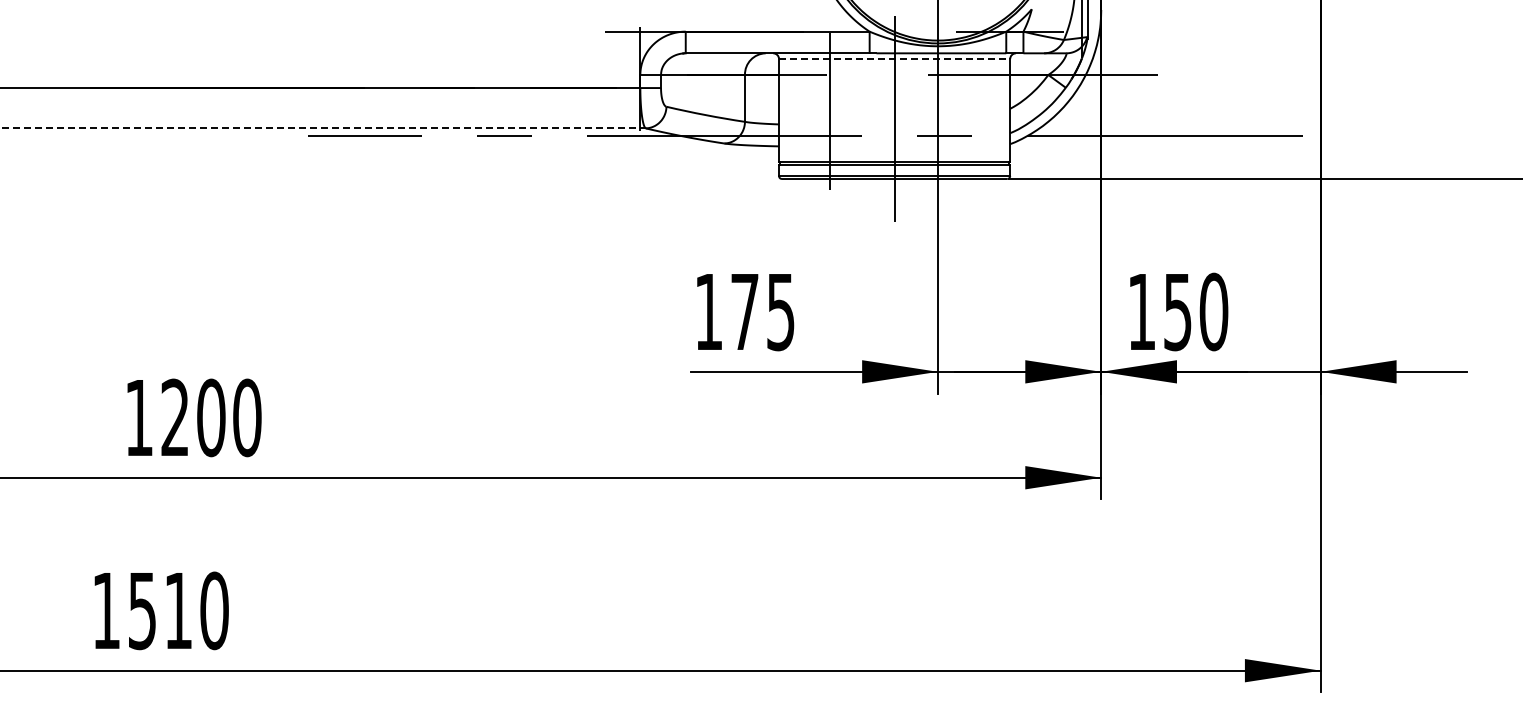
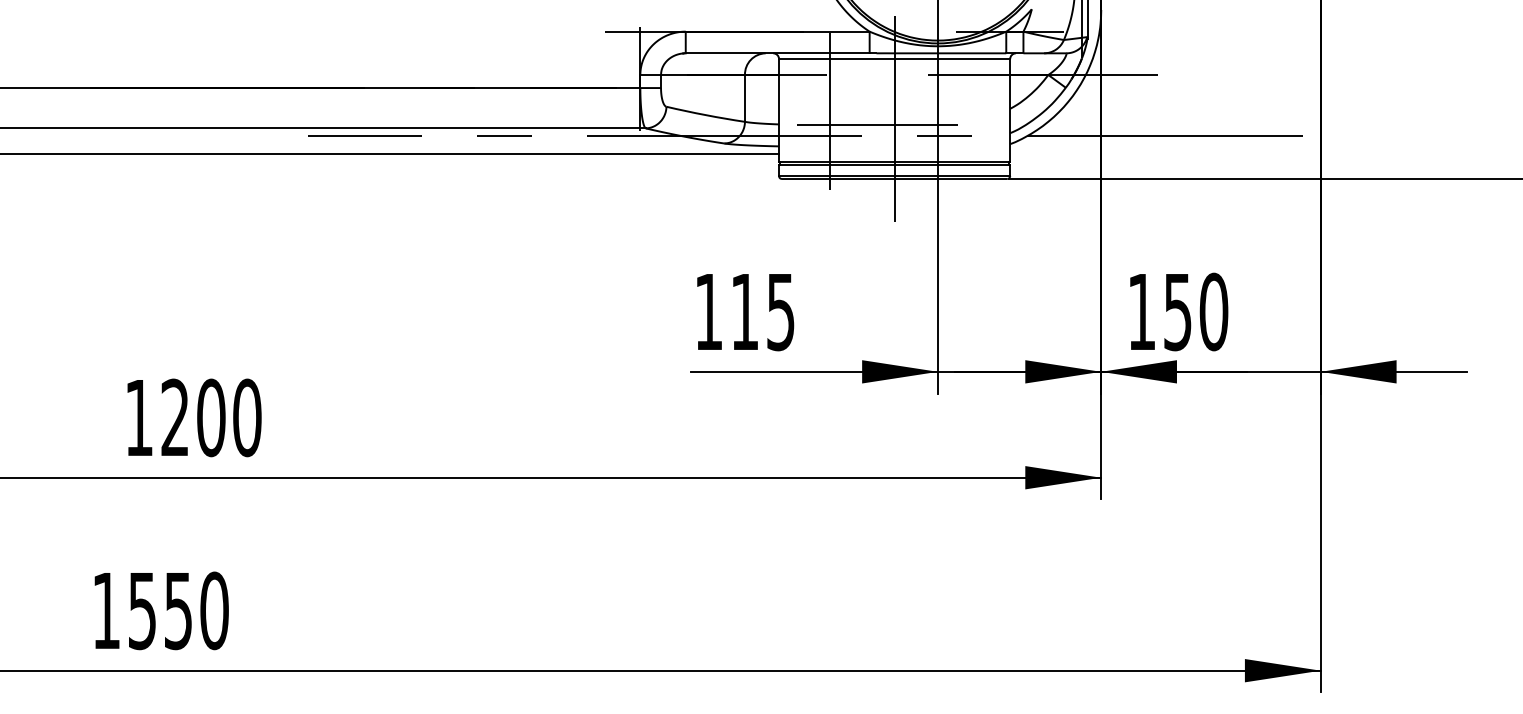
line at (894, 59): dashed -> solid
line at (877, 125): none -> present
line at (323, 128): dashed -> solid
line at (390, 154): none -> present
text at (744, 311): 175 -> 115
text at (178, 611): 1510 -> 1550
